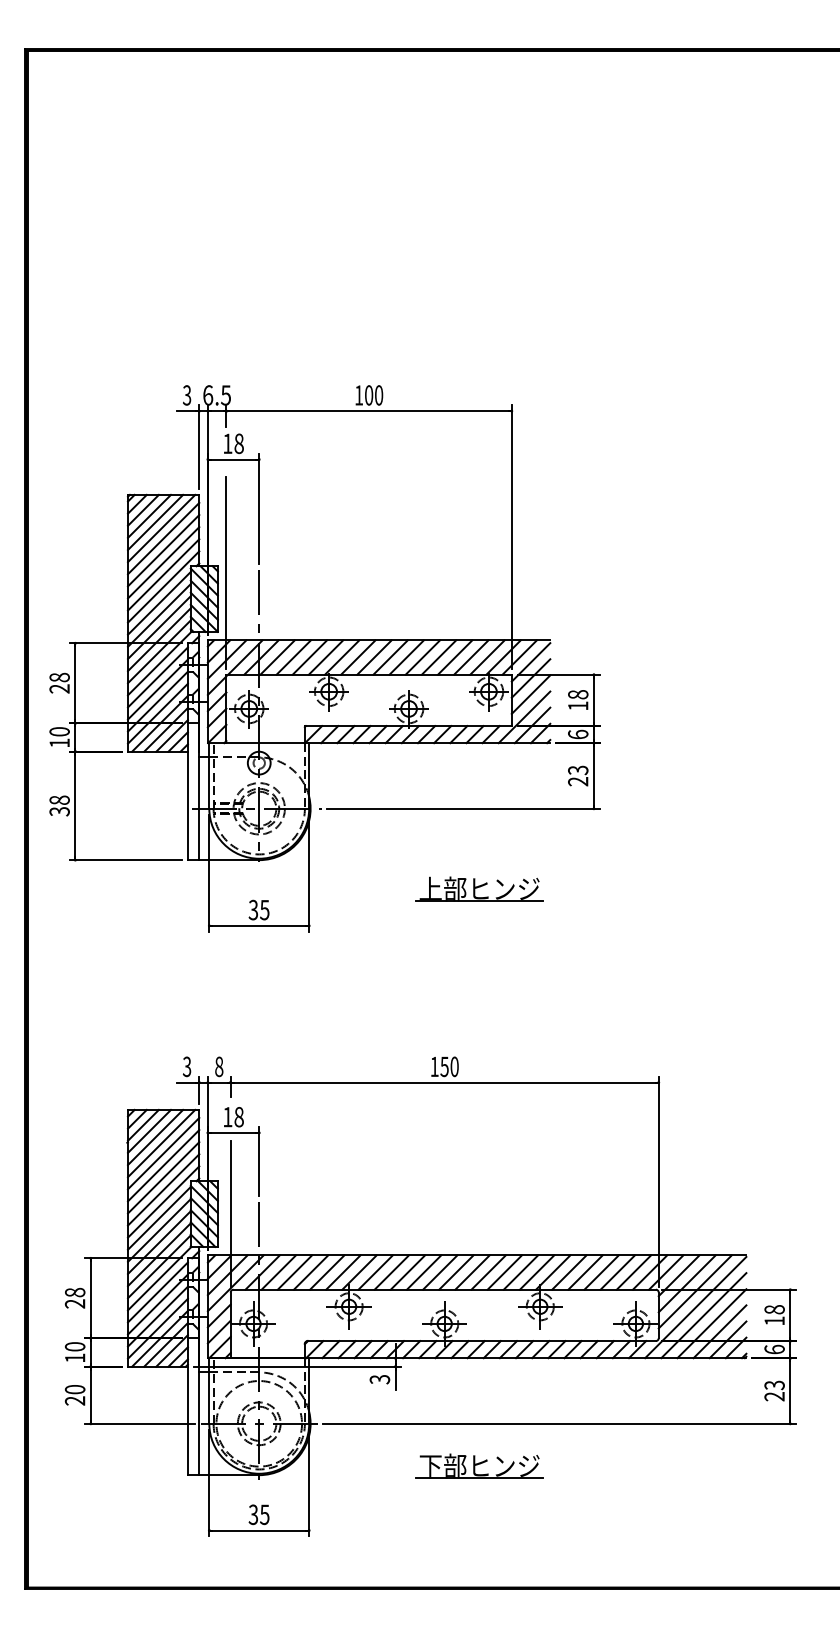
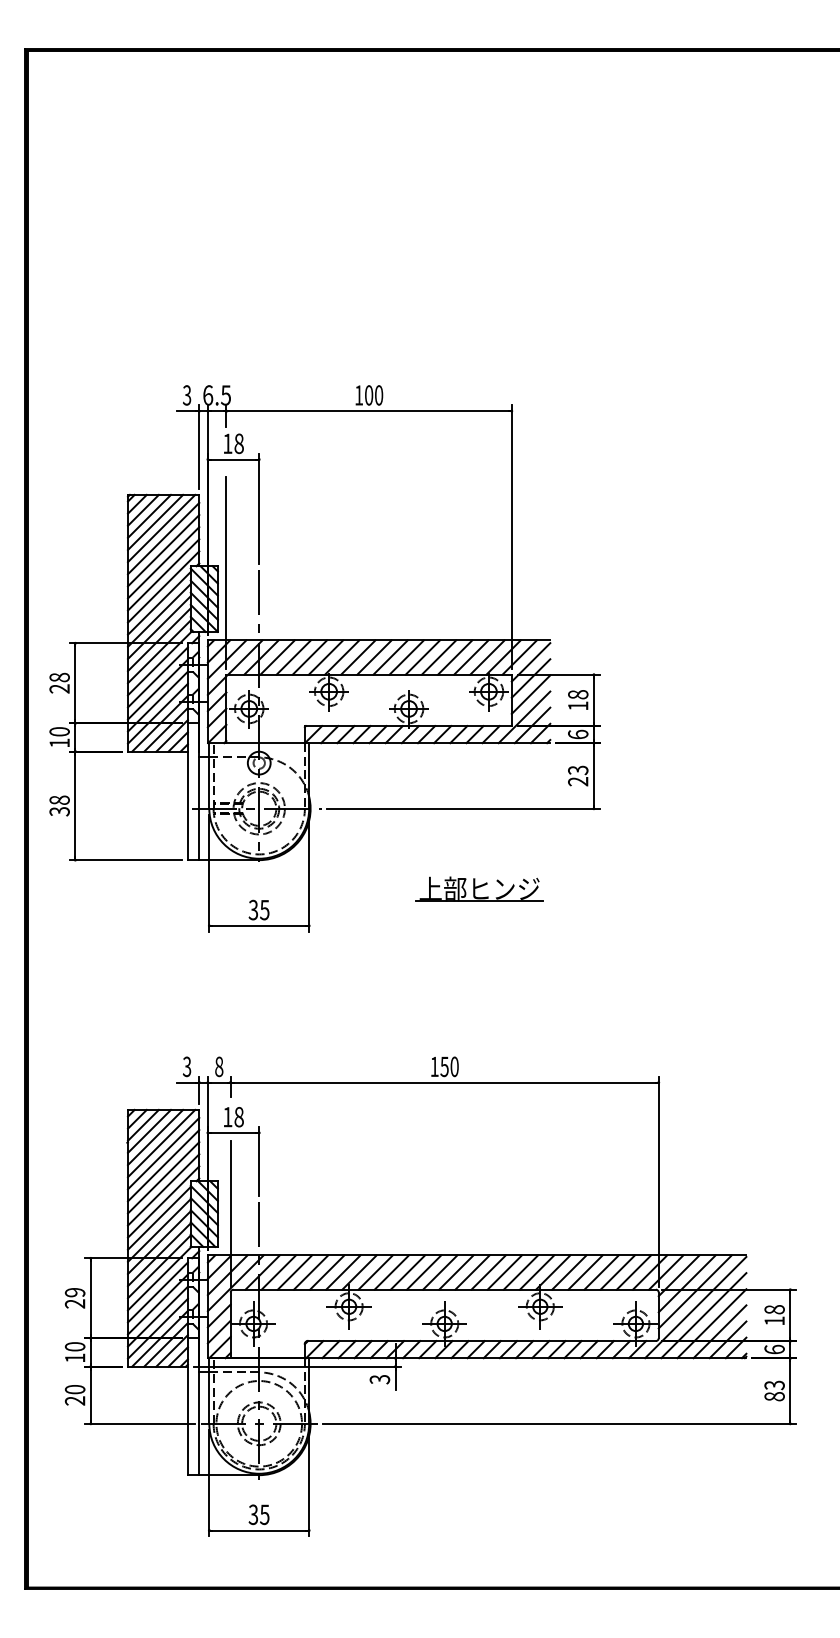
text at (75, 1292): 28 -> 29
text at (774, 1396): 23 -> 83
part at (479, 1465): present -> none
